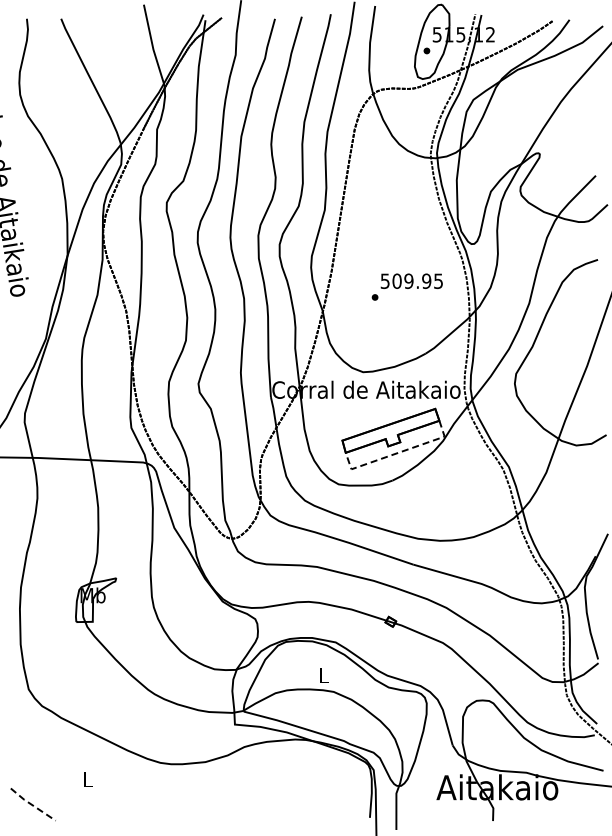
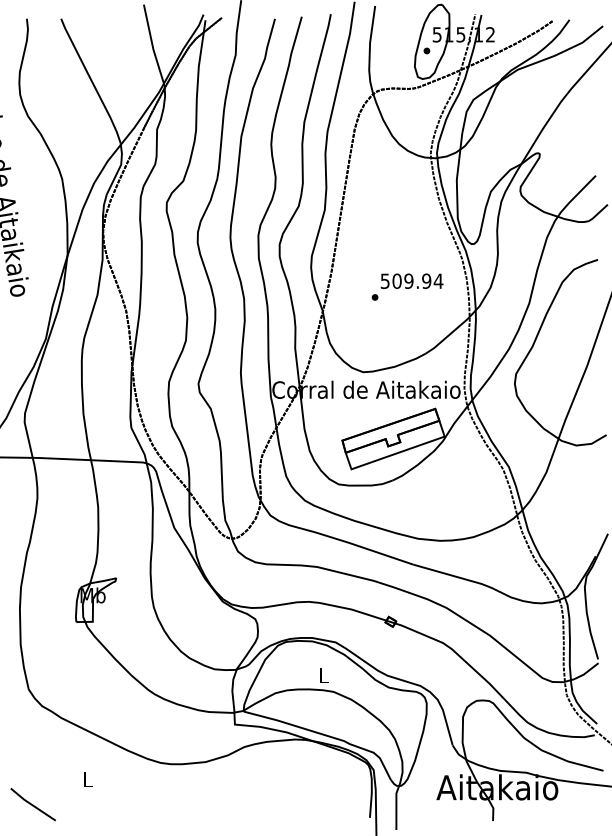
text at (438, 281): 509.95 -> 509.94
line at (397, 453): dashed -> solid
line at (32, 805): dashed -> solid
